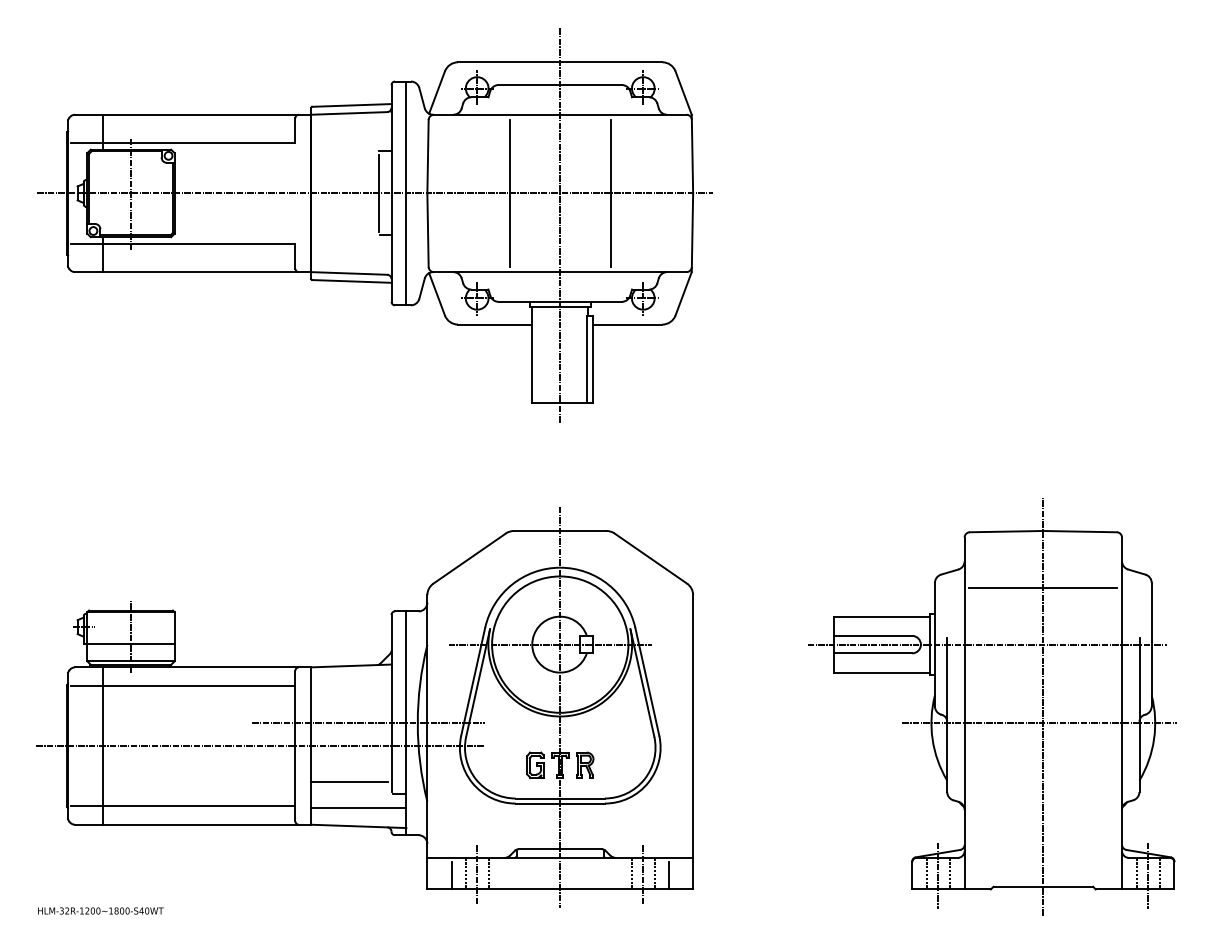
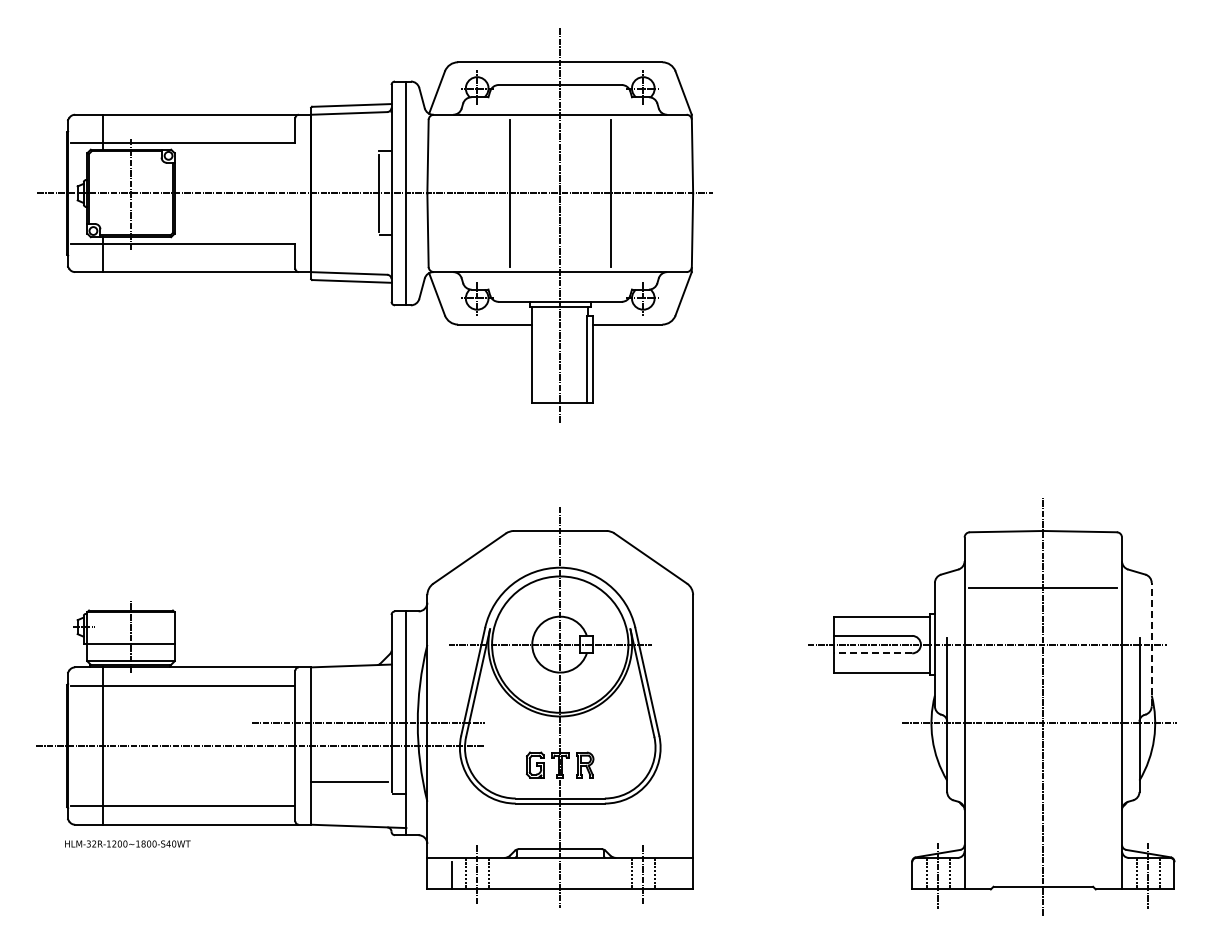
line at (1151, 644): solid -> dashed
line at (872, 653): solid -> dashed
line at (358, 808): present -> none
line at (668, 875): present -> none
text at (100, 910) position: (100, 910) -> (127, 843)
